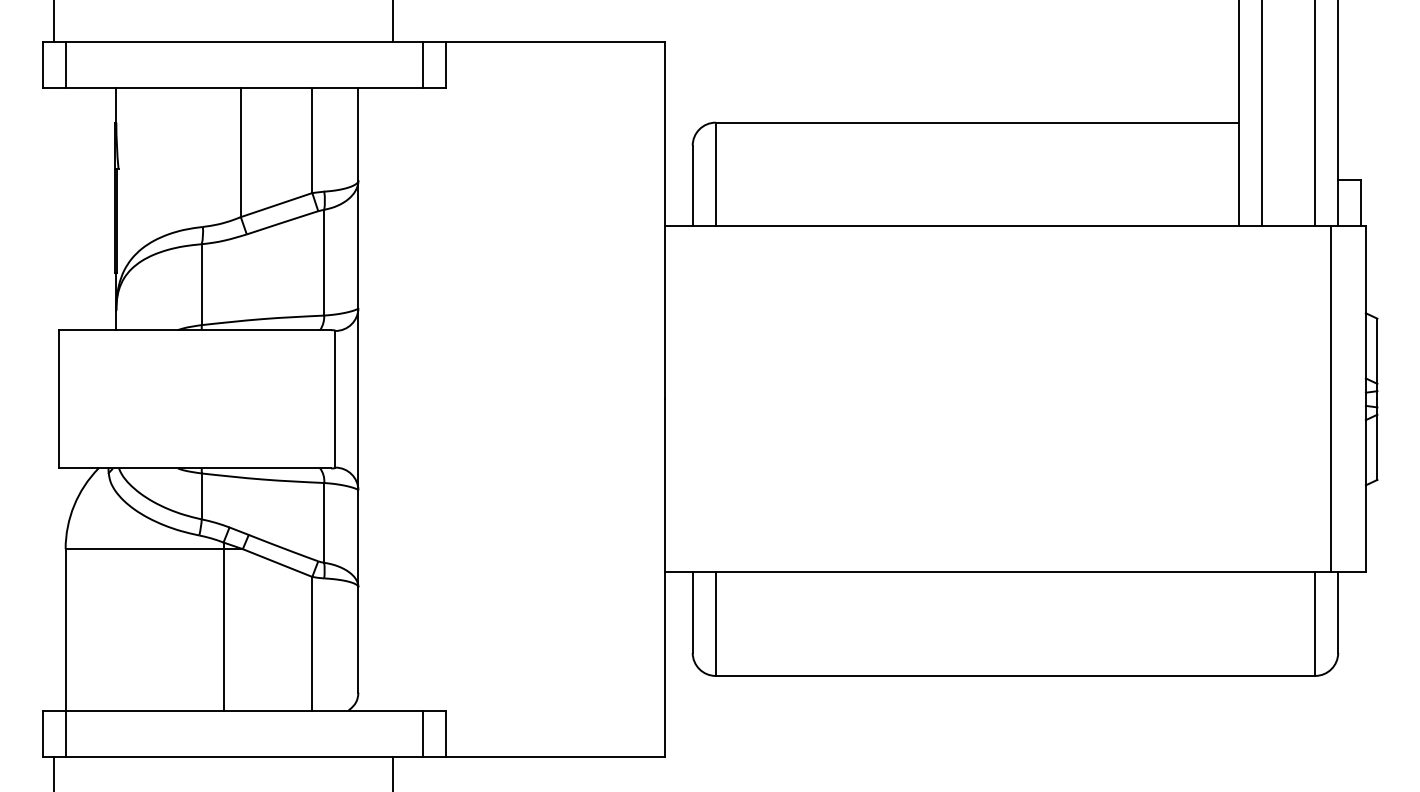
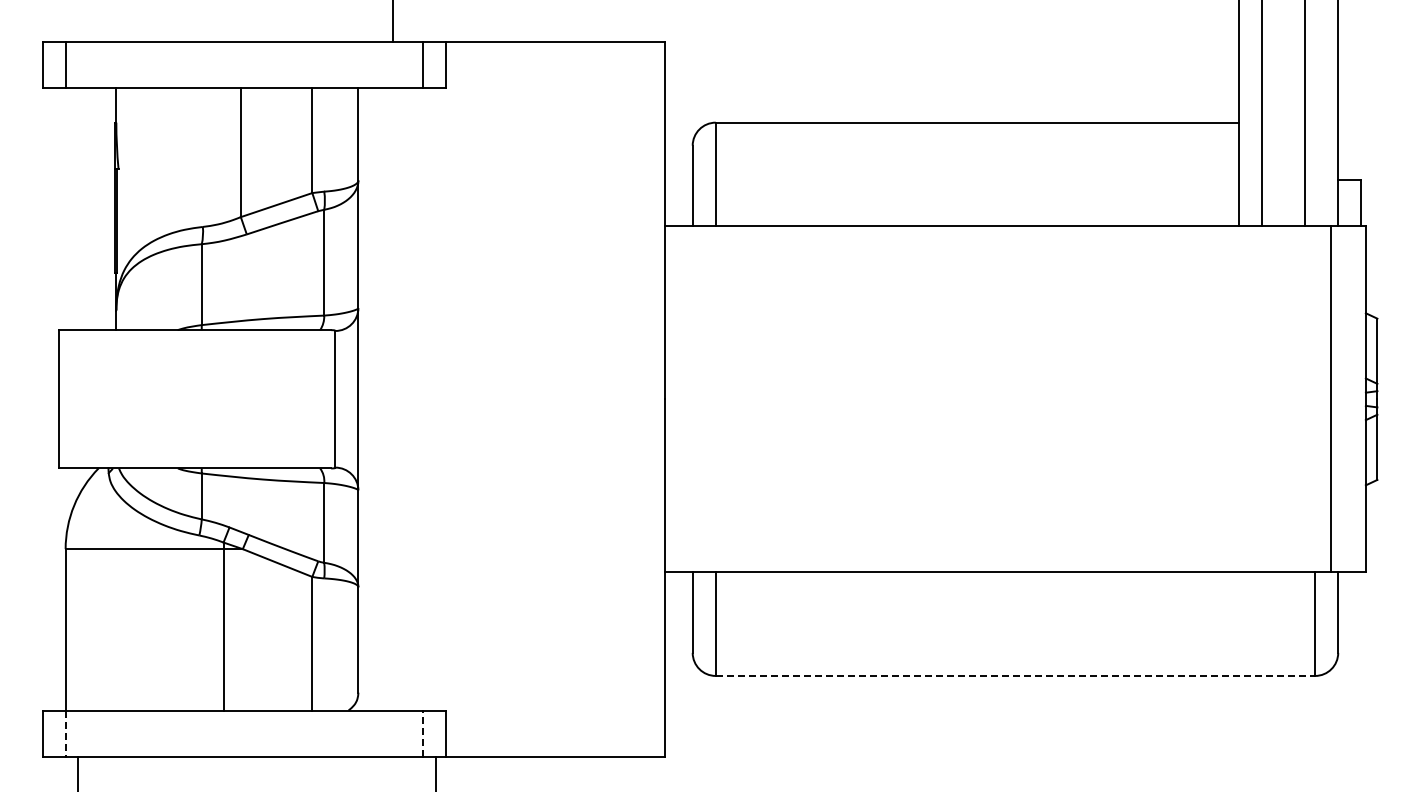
line at (54, 21): present -> none
line at (1315, 114) position: (1315, 114) -> (1305, 114)
line at (1015, 675): solid -> dashed
line at (422, 733): solid -> dashed
line at (65, 734): solid -> dashed
line at (54, 772) position: (54, 772) -> (78, 772)
line at (393, 772) position: (393, 772) -> (436, 772)
